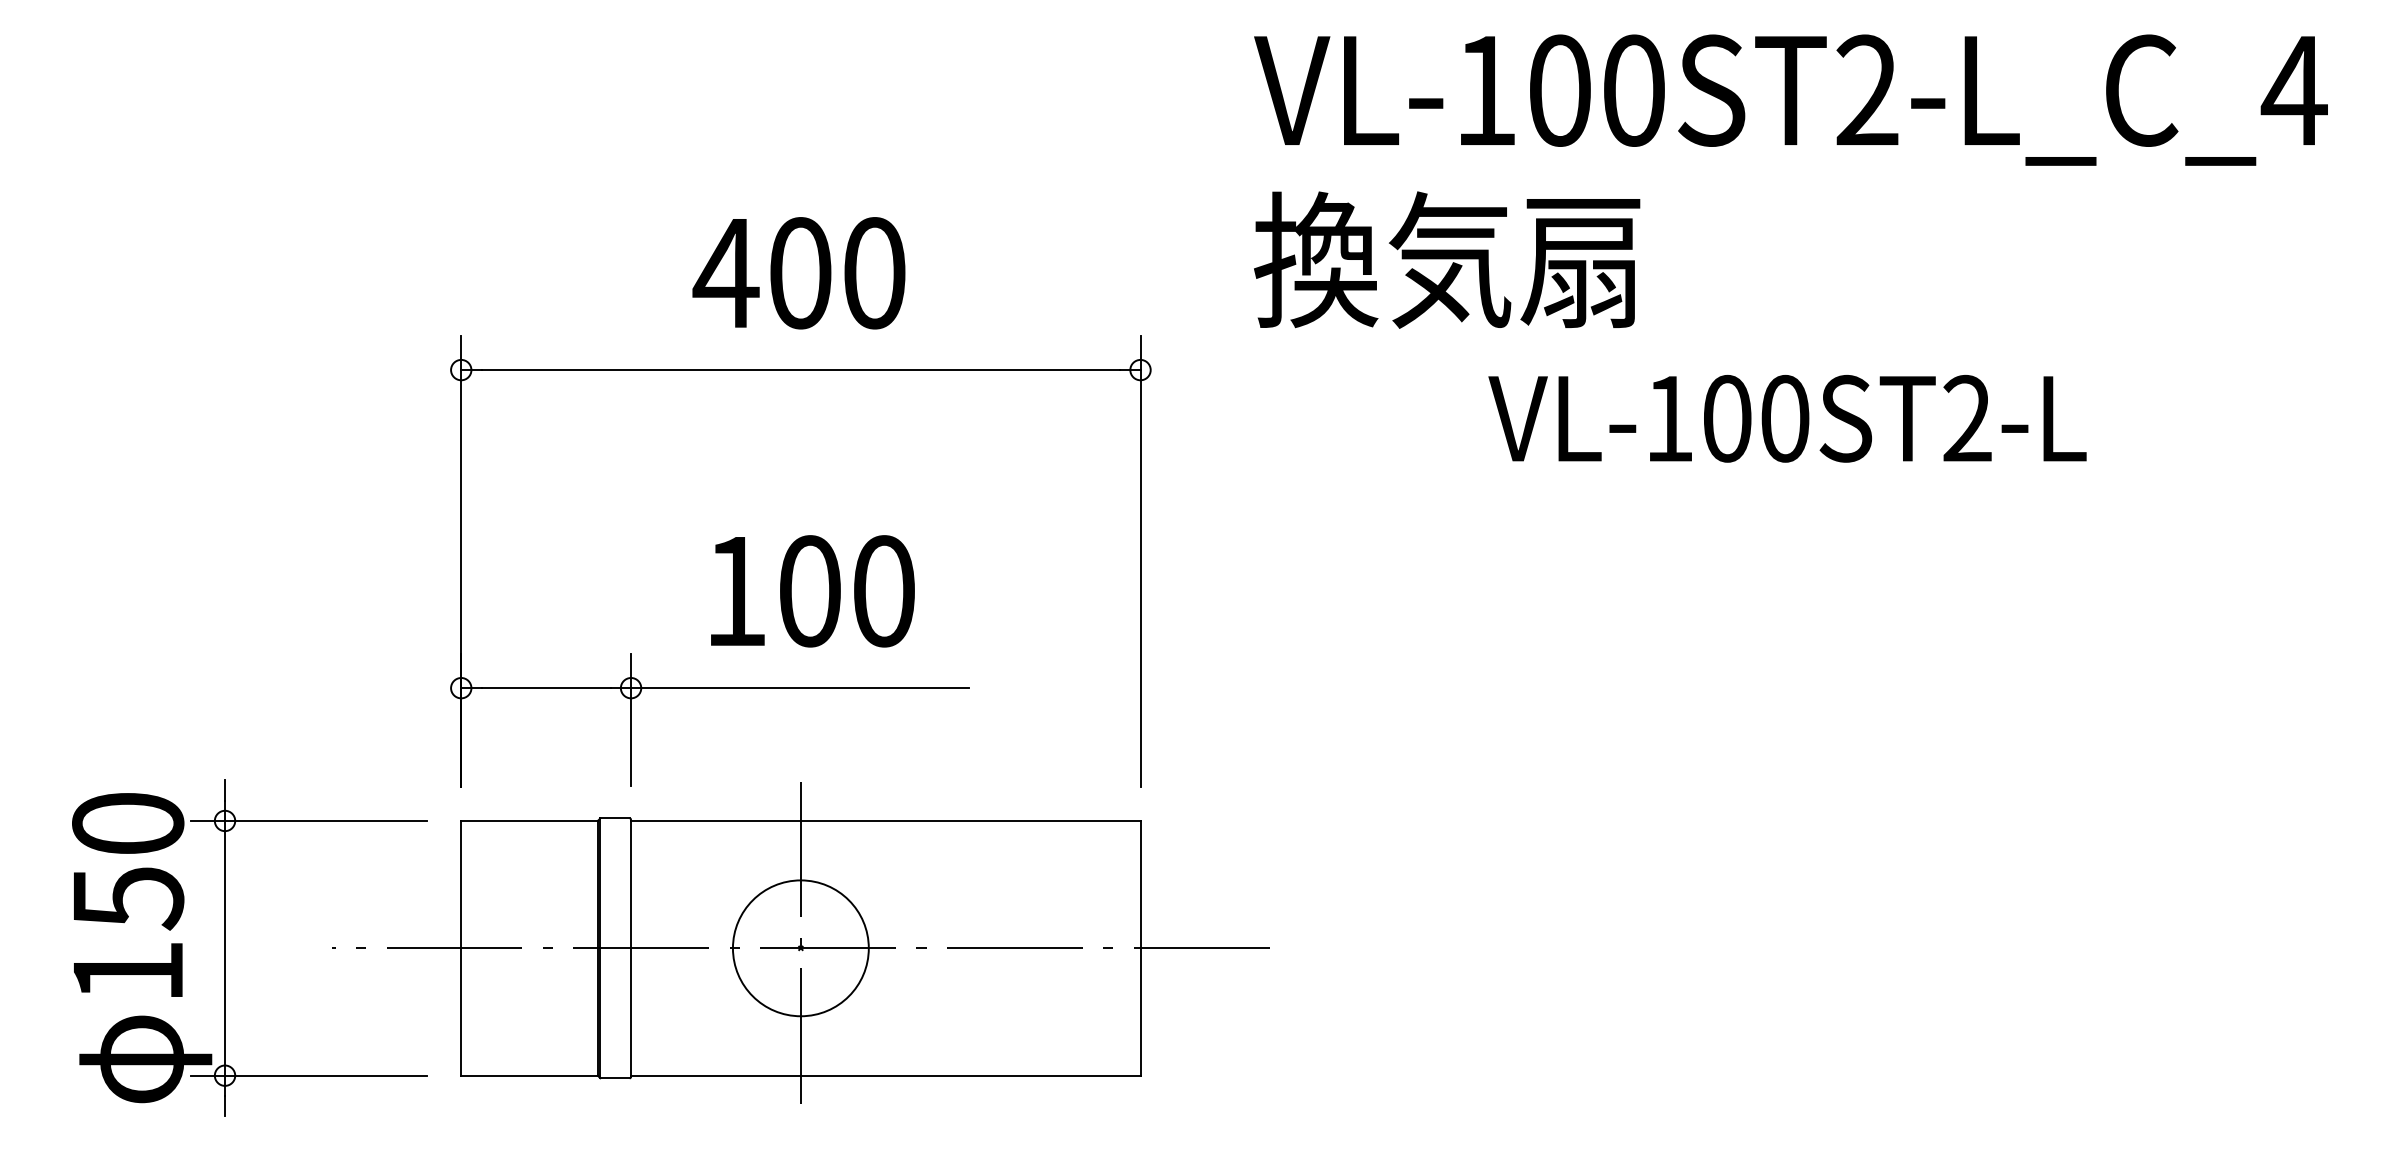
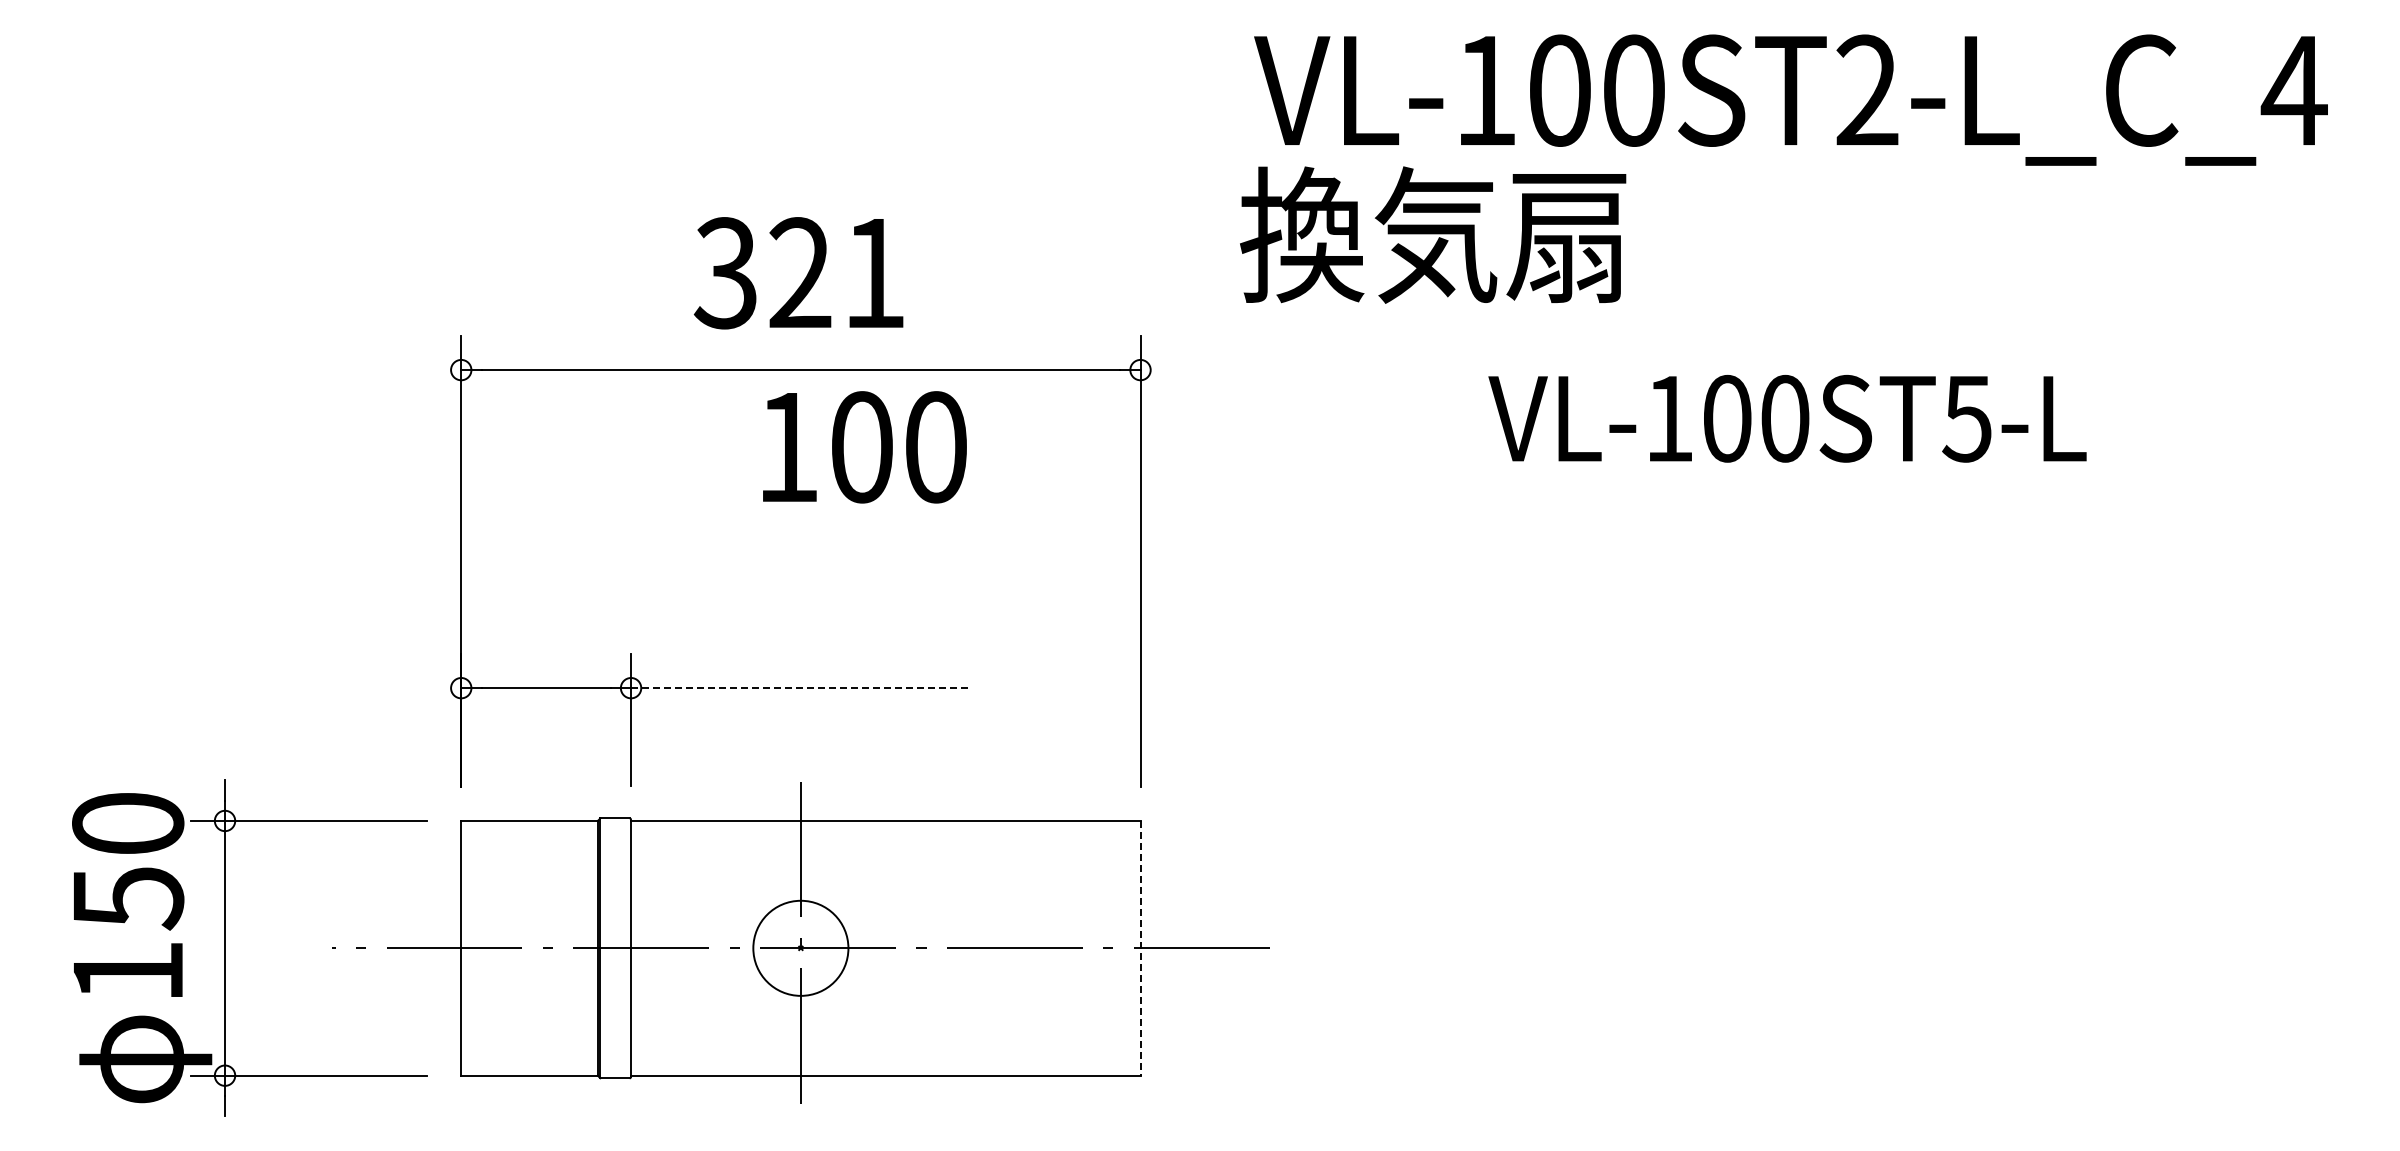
text at (1447, 259) position: (1447, 259) -> (1433, 234)
text at (798, 273): 400 -> 321
text at (1966, 418): VL-100ST2-L -> VL-100ST5-L
text at (812, 591) position: (812, 591) -> (864, 447)
line at (800, 688): solid -> dashed
circle at (800, 948) diameter: 136 px -> 95 px
line at (1140, 948): solid -> dashed
